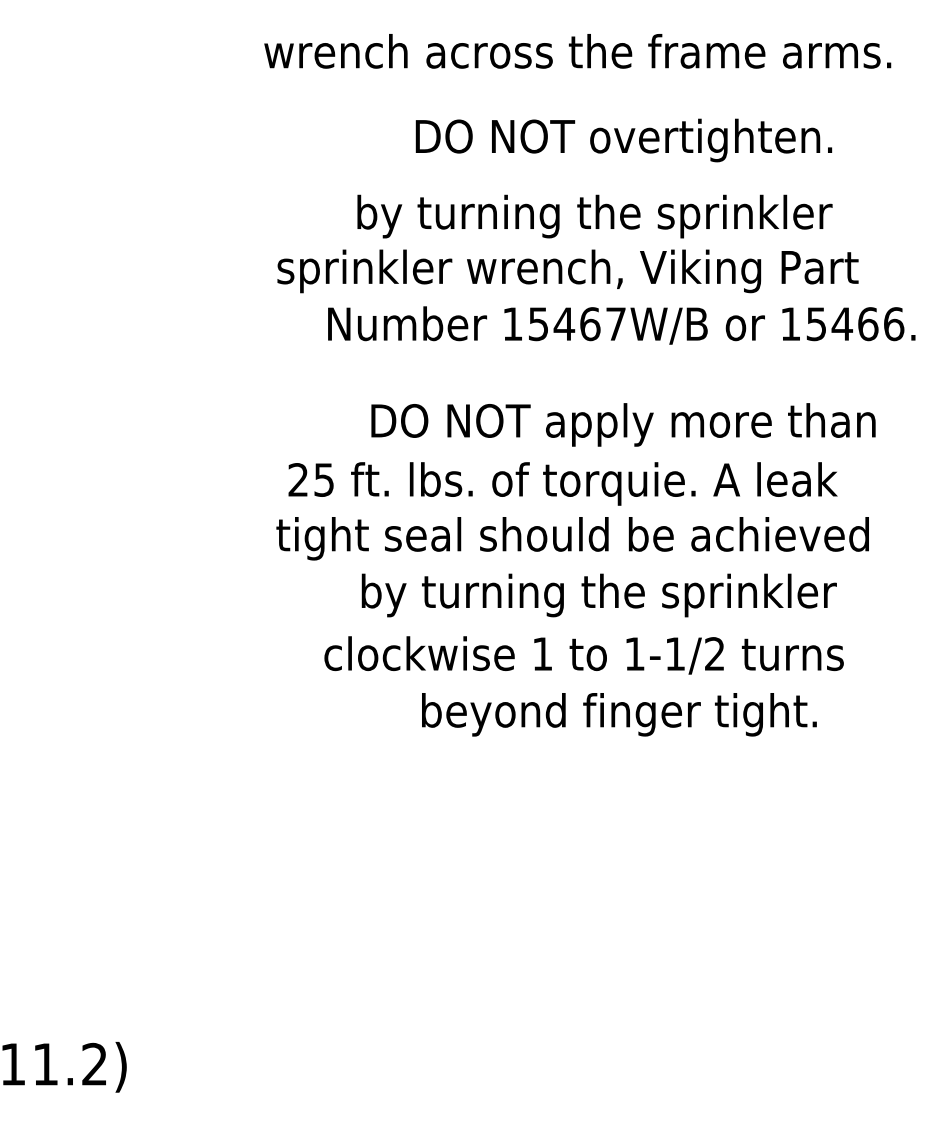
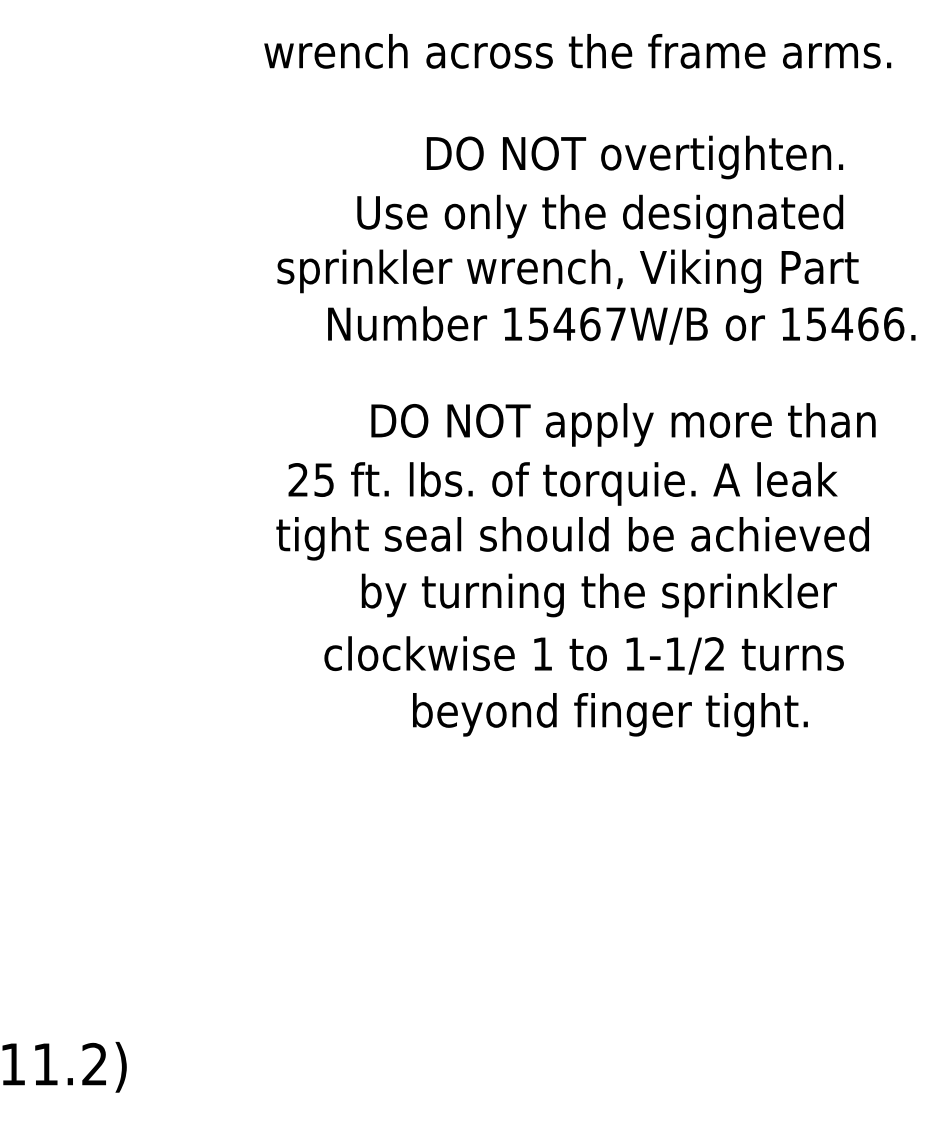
text at (623, 140) position: (623, 140) -> (634, 157)
text at (600, 216): by turning the sprinkler -> Use only the designated
text at (619, 714) position: (619, 714) -> (610, 714)
